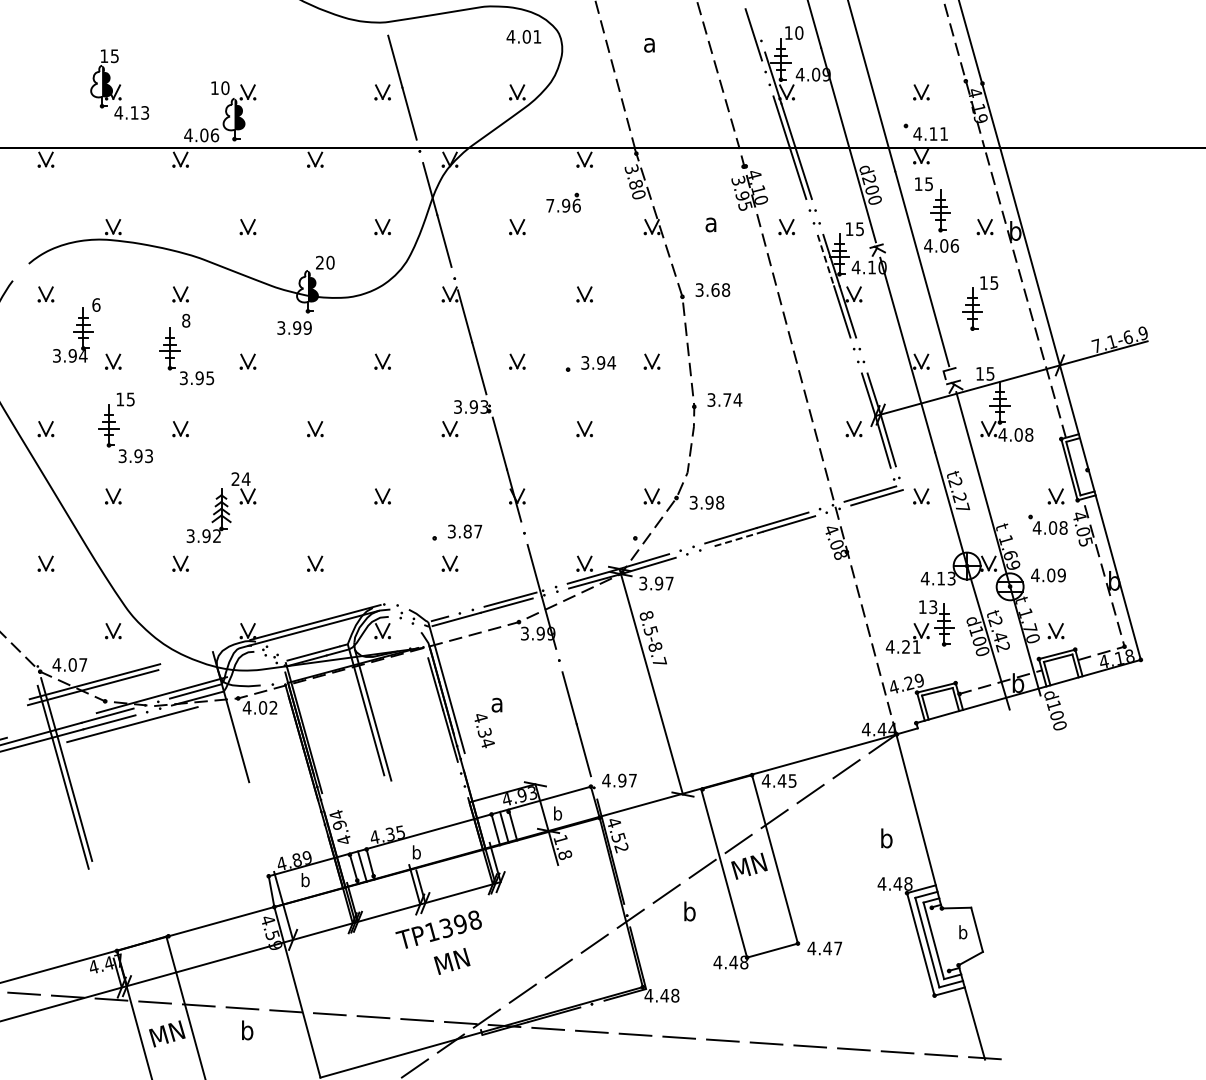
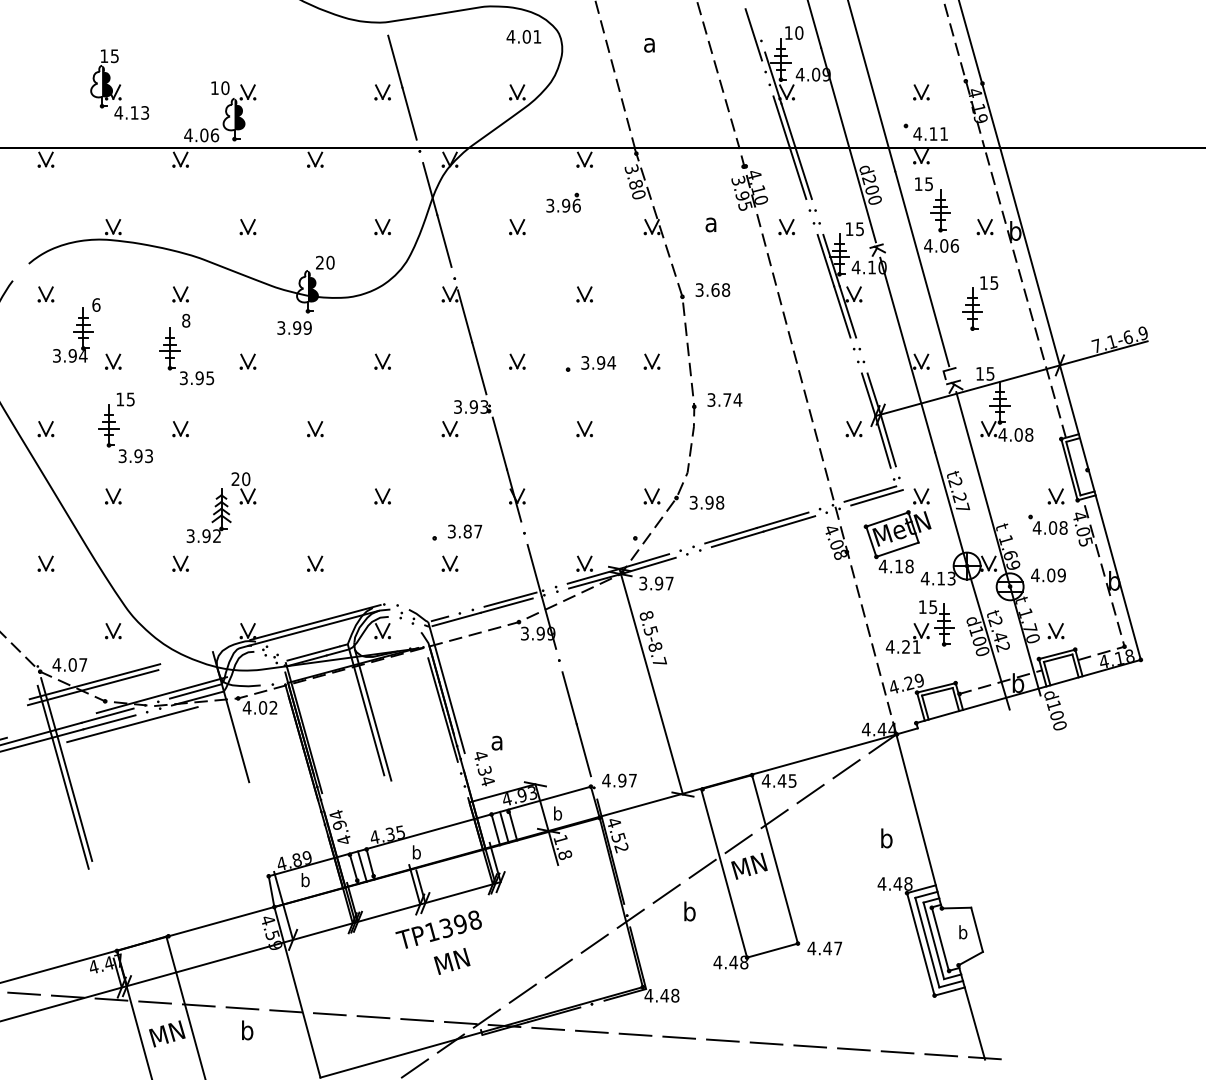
text at (550, 205): 7.96 -> 3.96
line at (825, 260): dashed -> solid
text at (245, 479): 24 -> 20
line at (737, 539): dashed -> solid
part at (897, 541): none -> present
text at (933, 606): 13 -> 15
text at (488, 722) position: (488, 722) -> (488, 760)
line at (939, 938): none -> present
